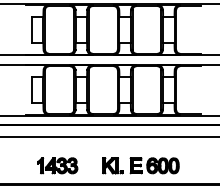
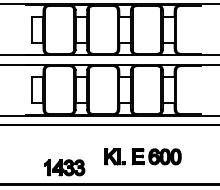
line at (109, 137): present -> none
part at (57, 165) position: (57, 165) -> (64, 167)
part at (140, 165) position: (140, 165) -> (142, 156)
